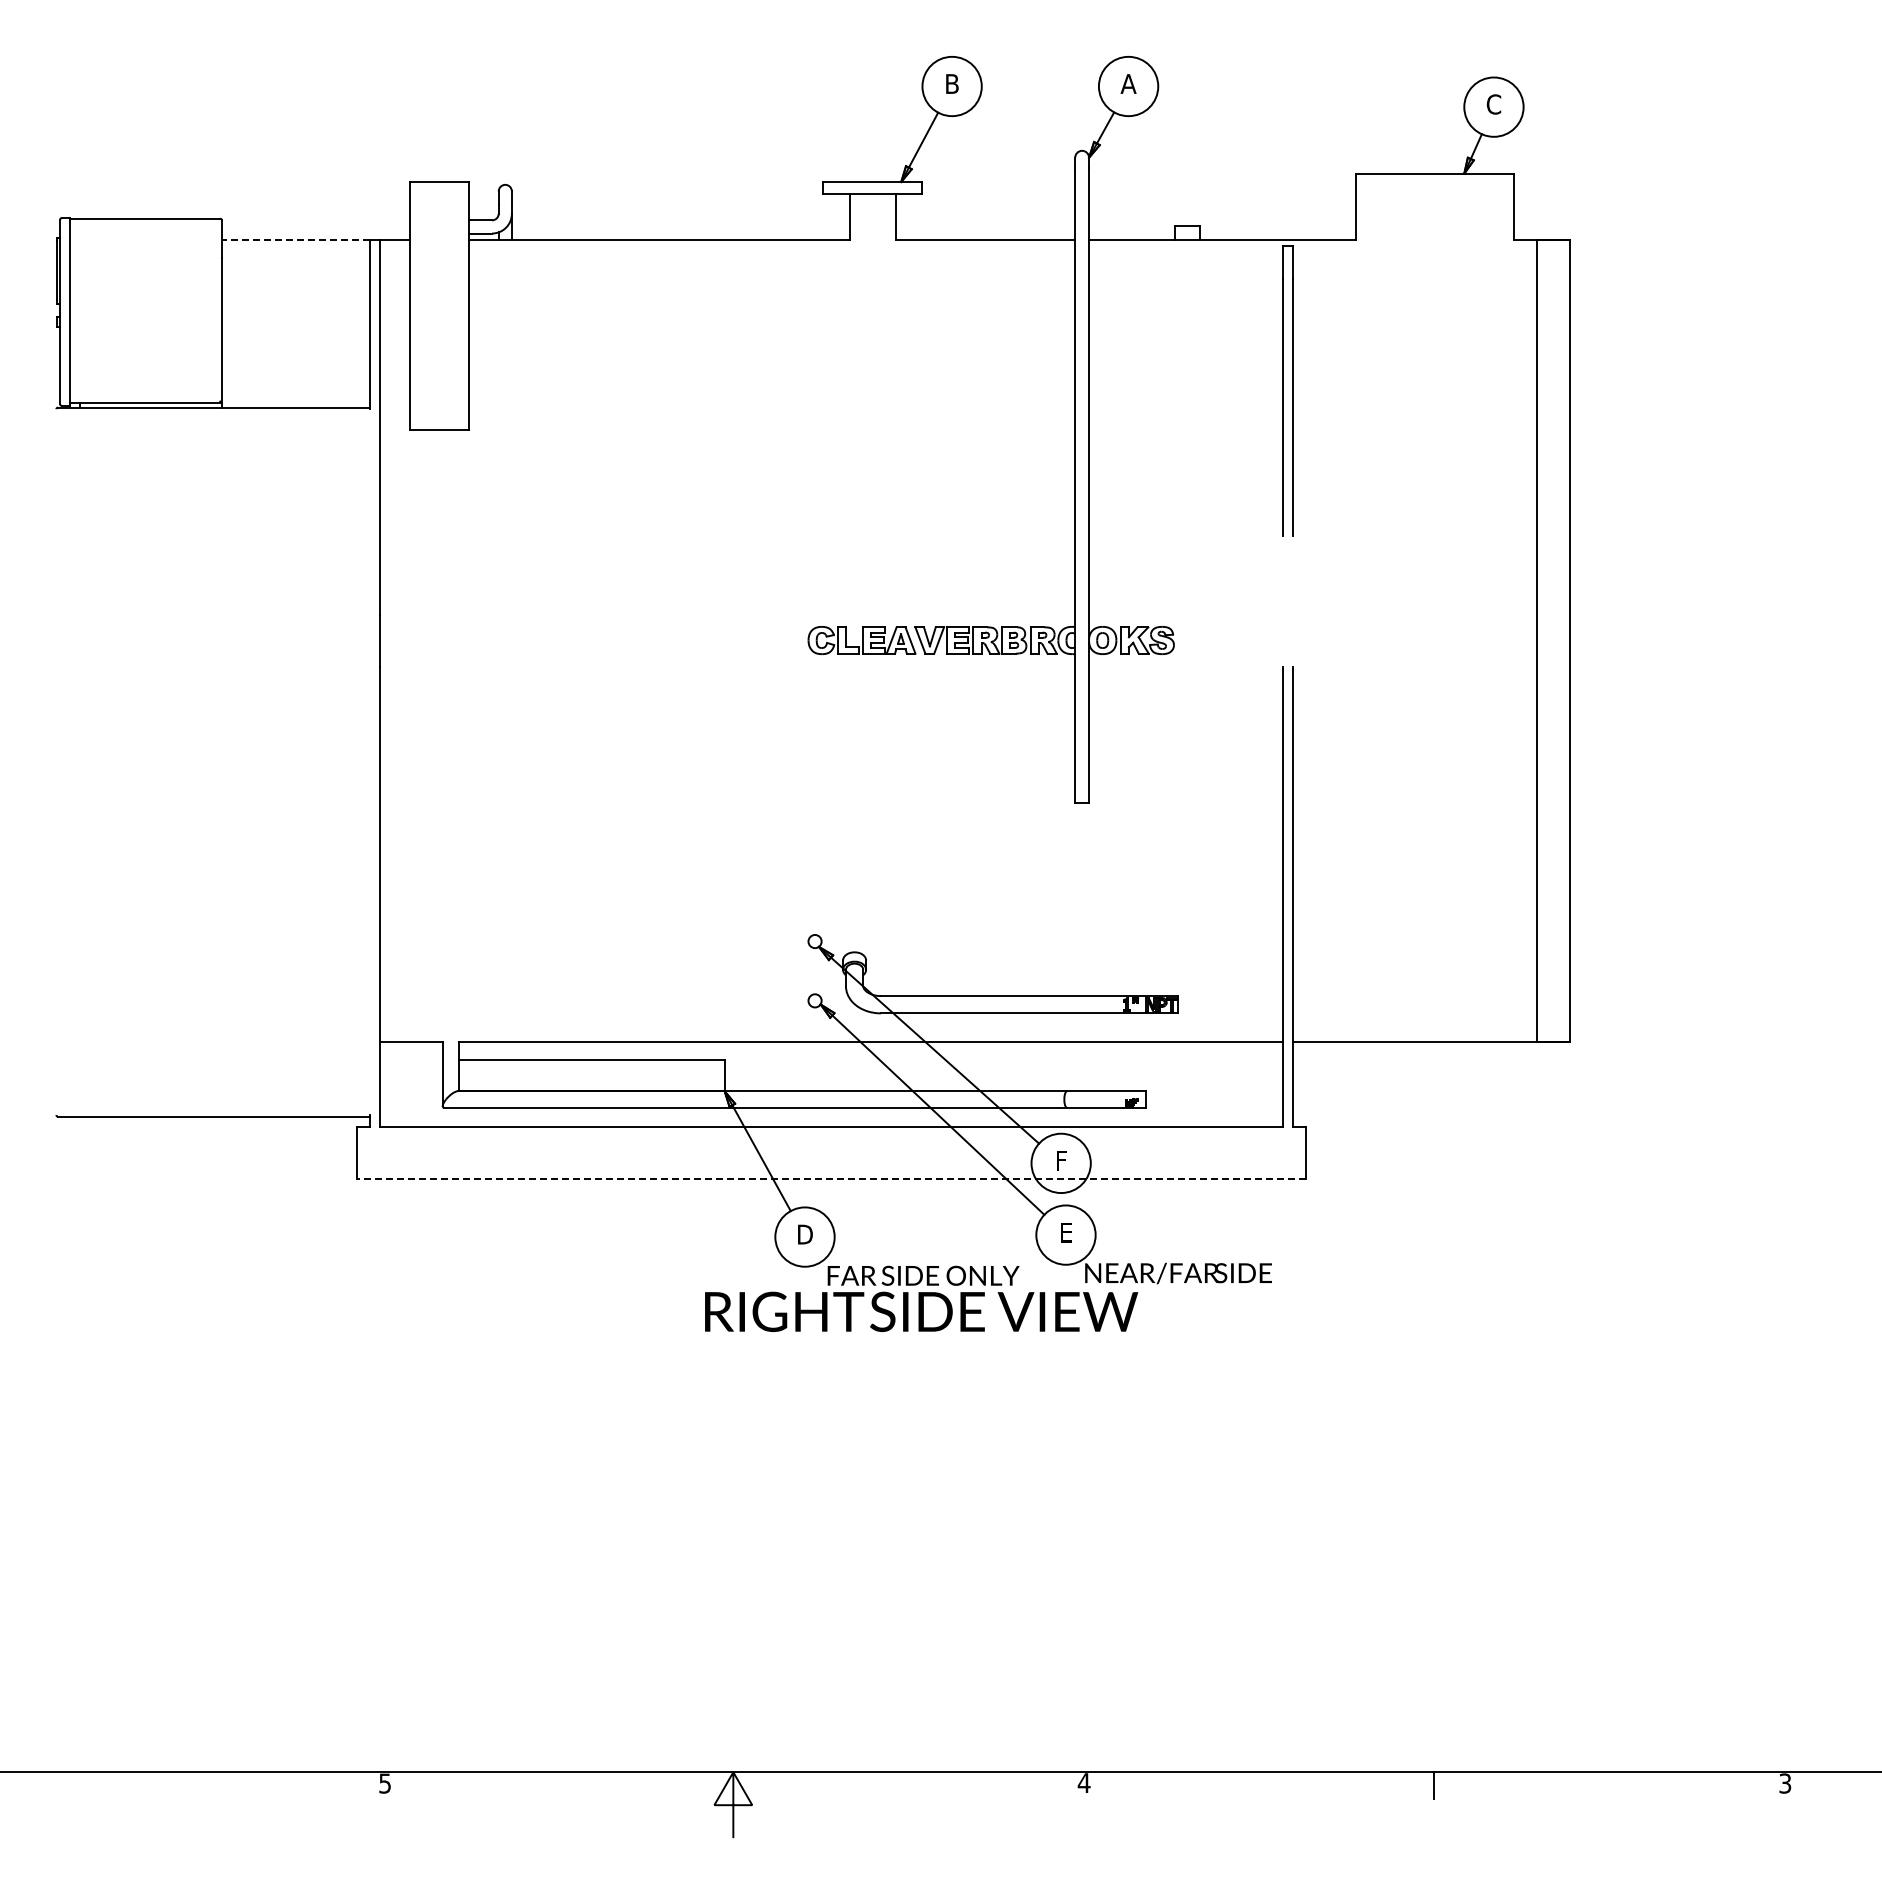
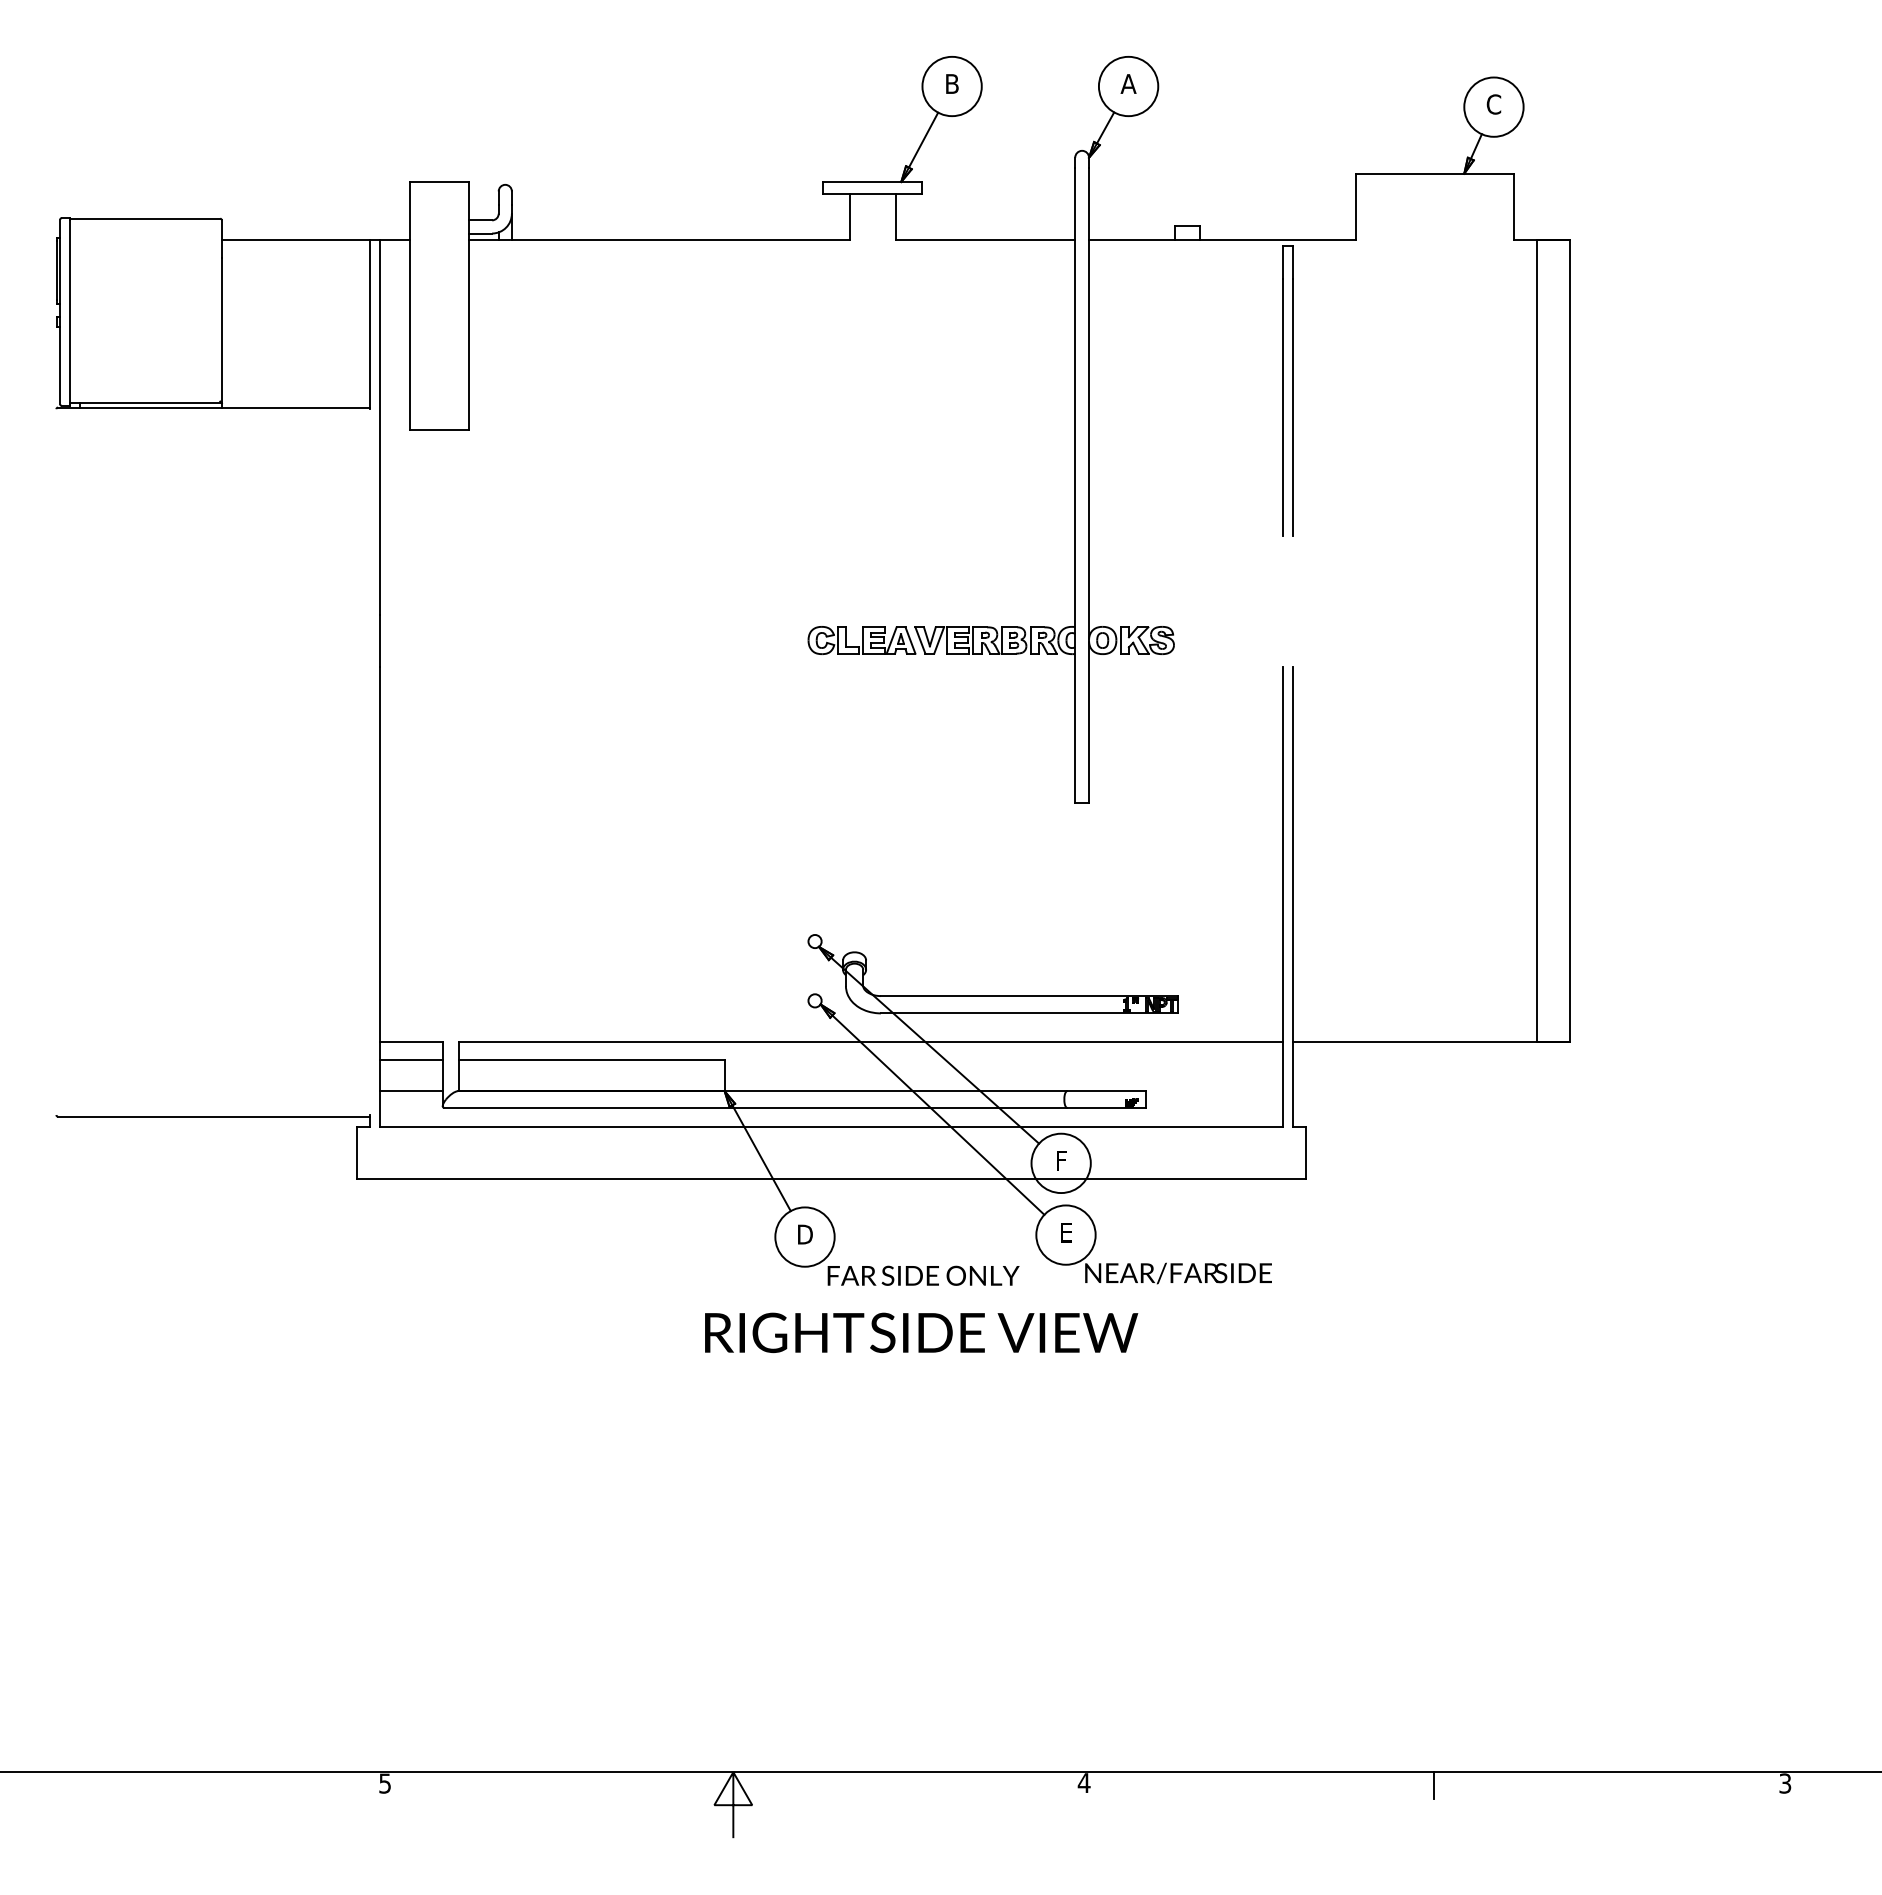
line at (295, 240): dashed -> solid
line at (411, 1059): none -> present
line at (411, 1091): none -> present
line at (831, 1179): dashed -> solid
text at (921, 1311) position: (921, 1311) -> (921, 1332)
